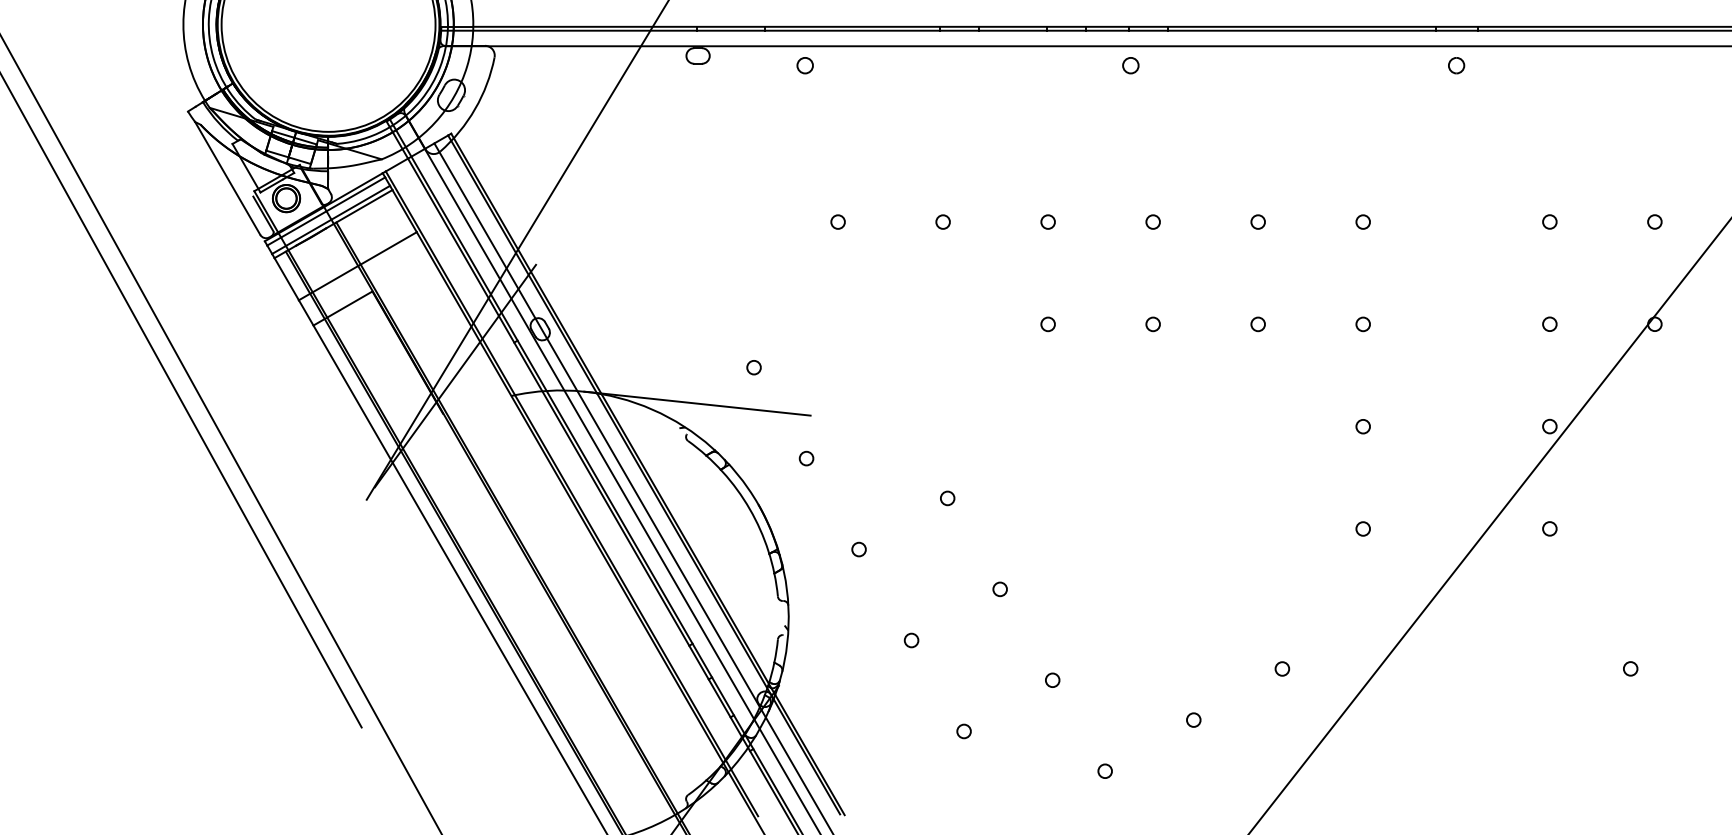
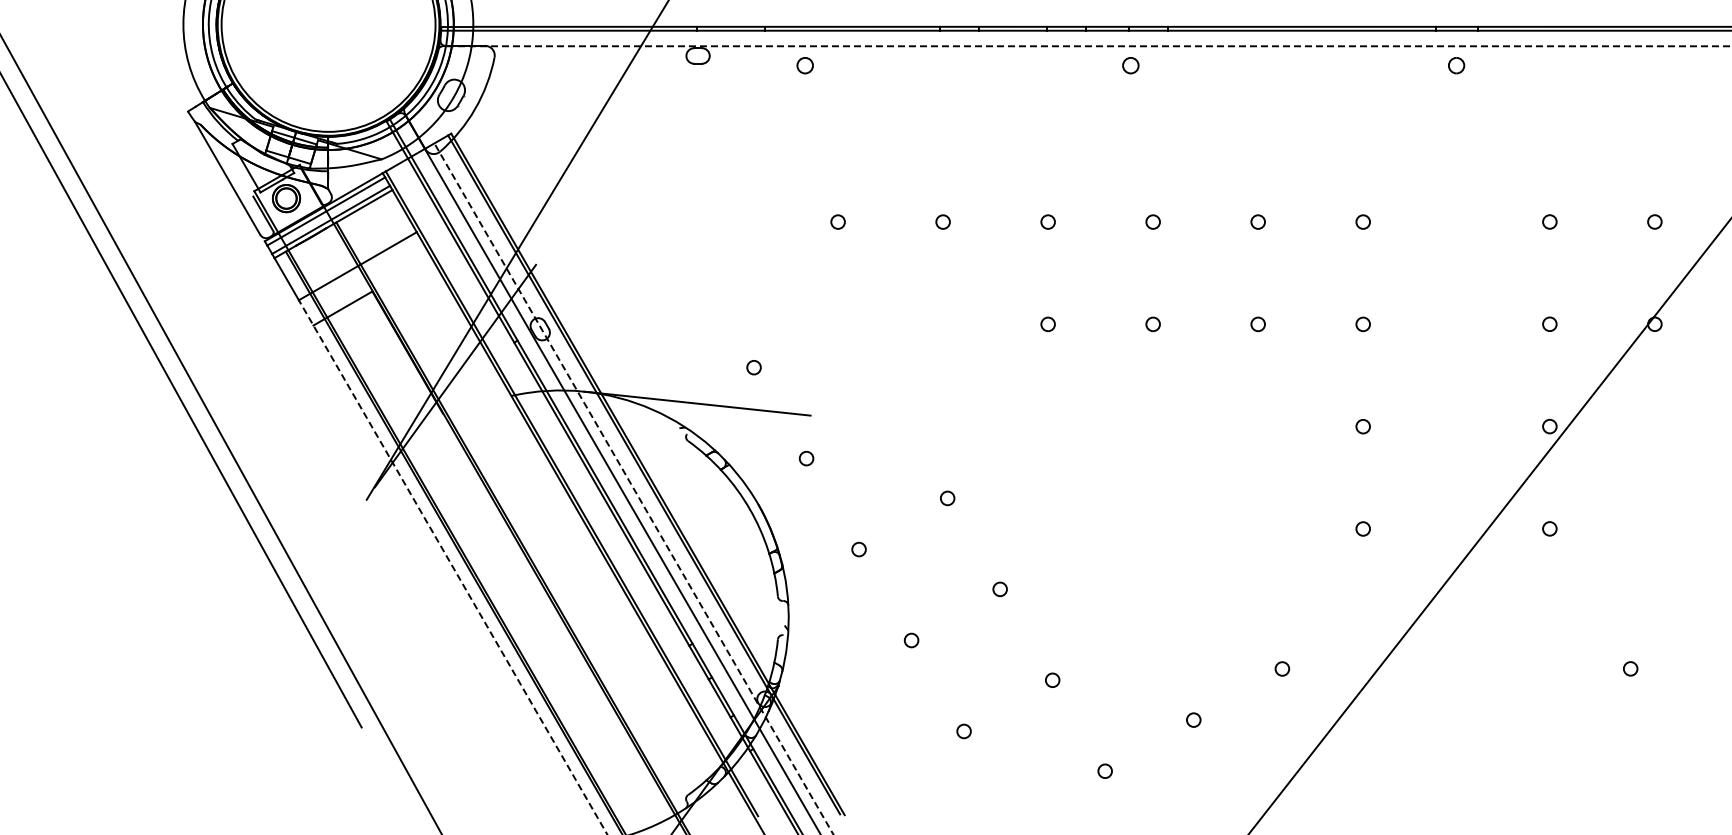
line at (1088, 46): solid -> dashed
line at (633, 488): solid -> dashed
line at (452, 566): solid -> dashed
